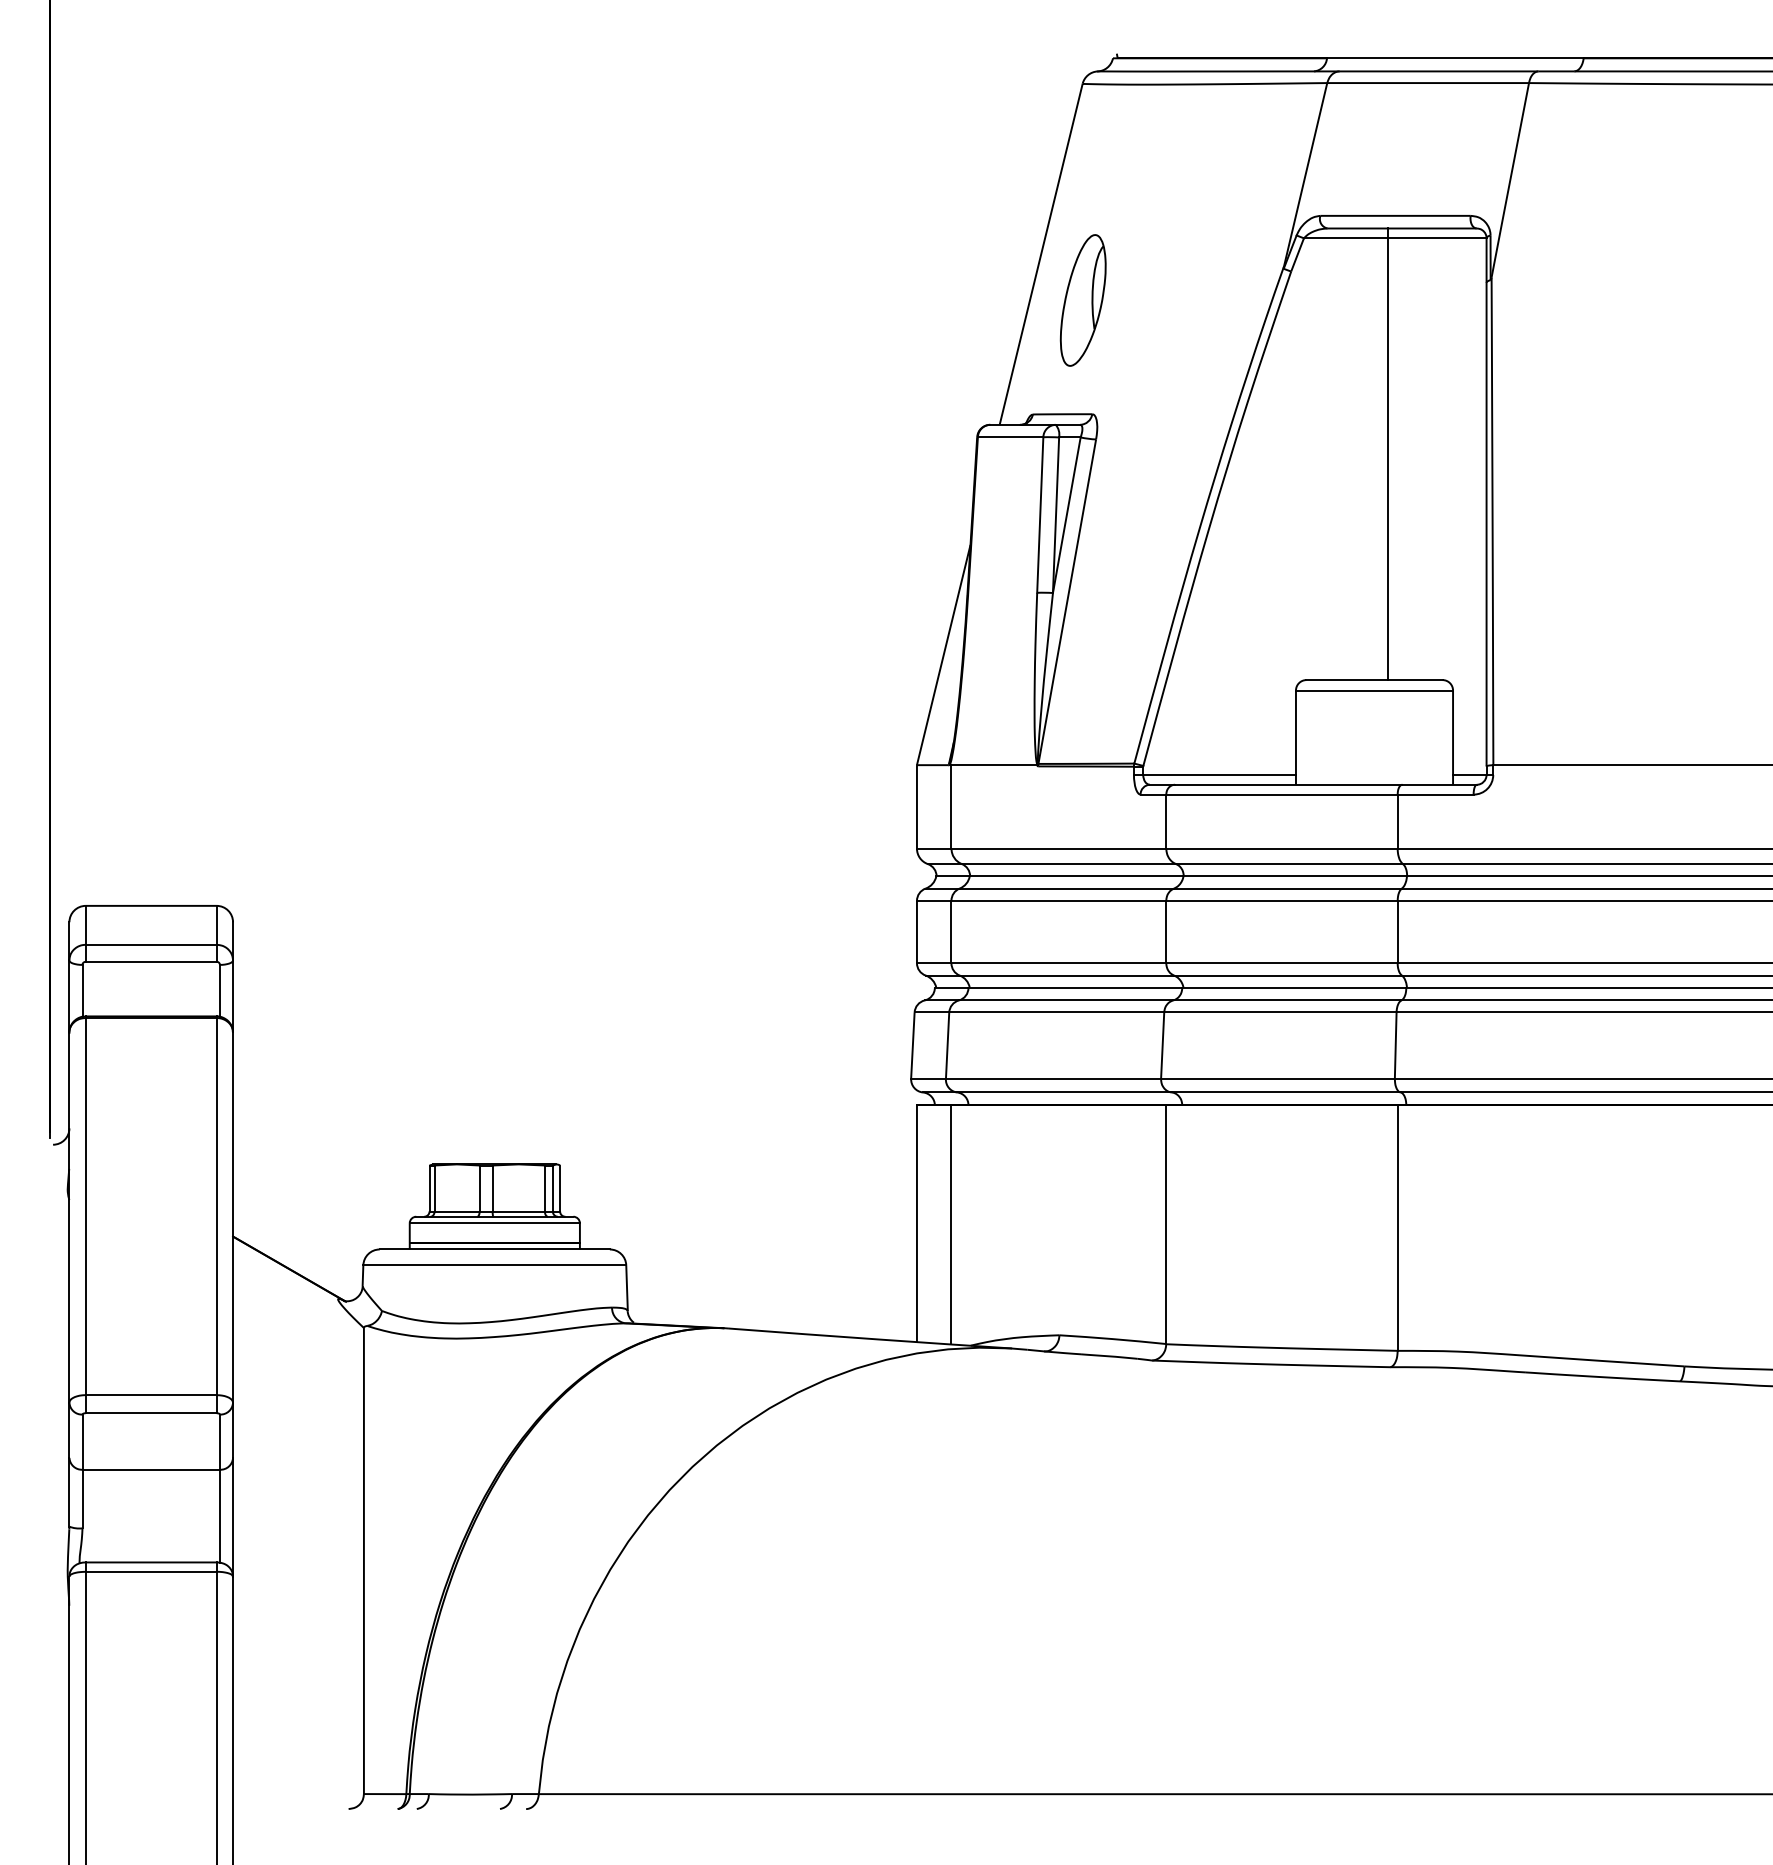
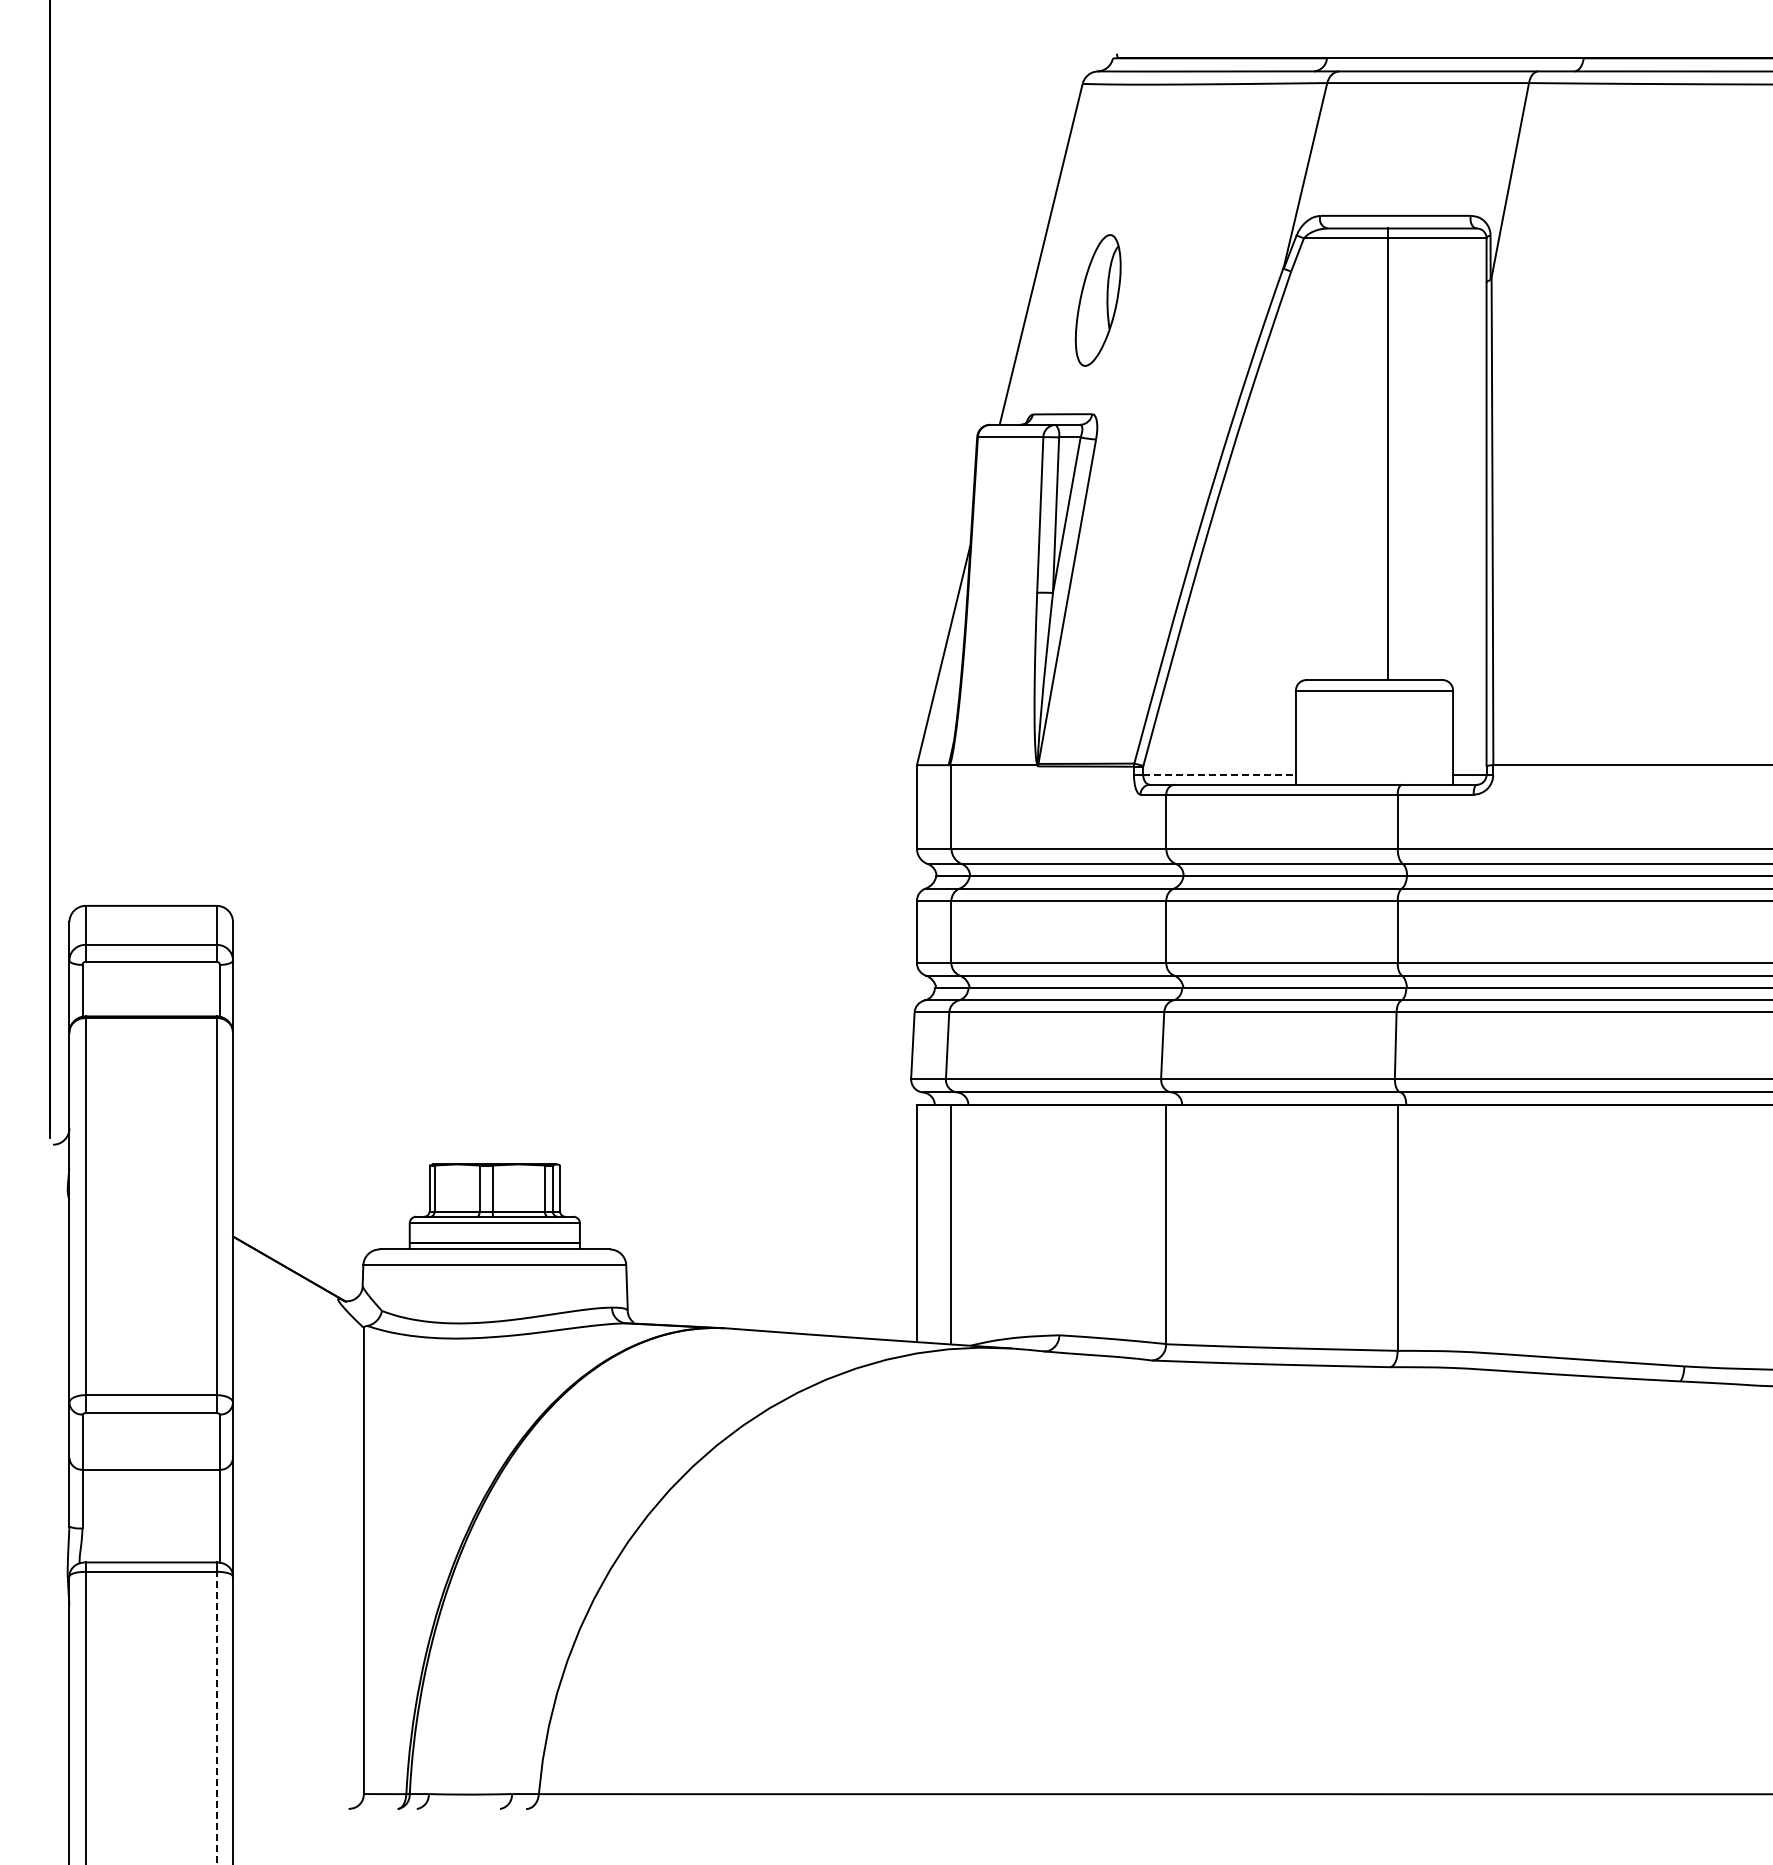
part at (1082, 300) position: (1082, 300) -> (1097, 300)
line at (1220, 774): solid -> dashed
line at (216, 1717): solid -> dashed
